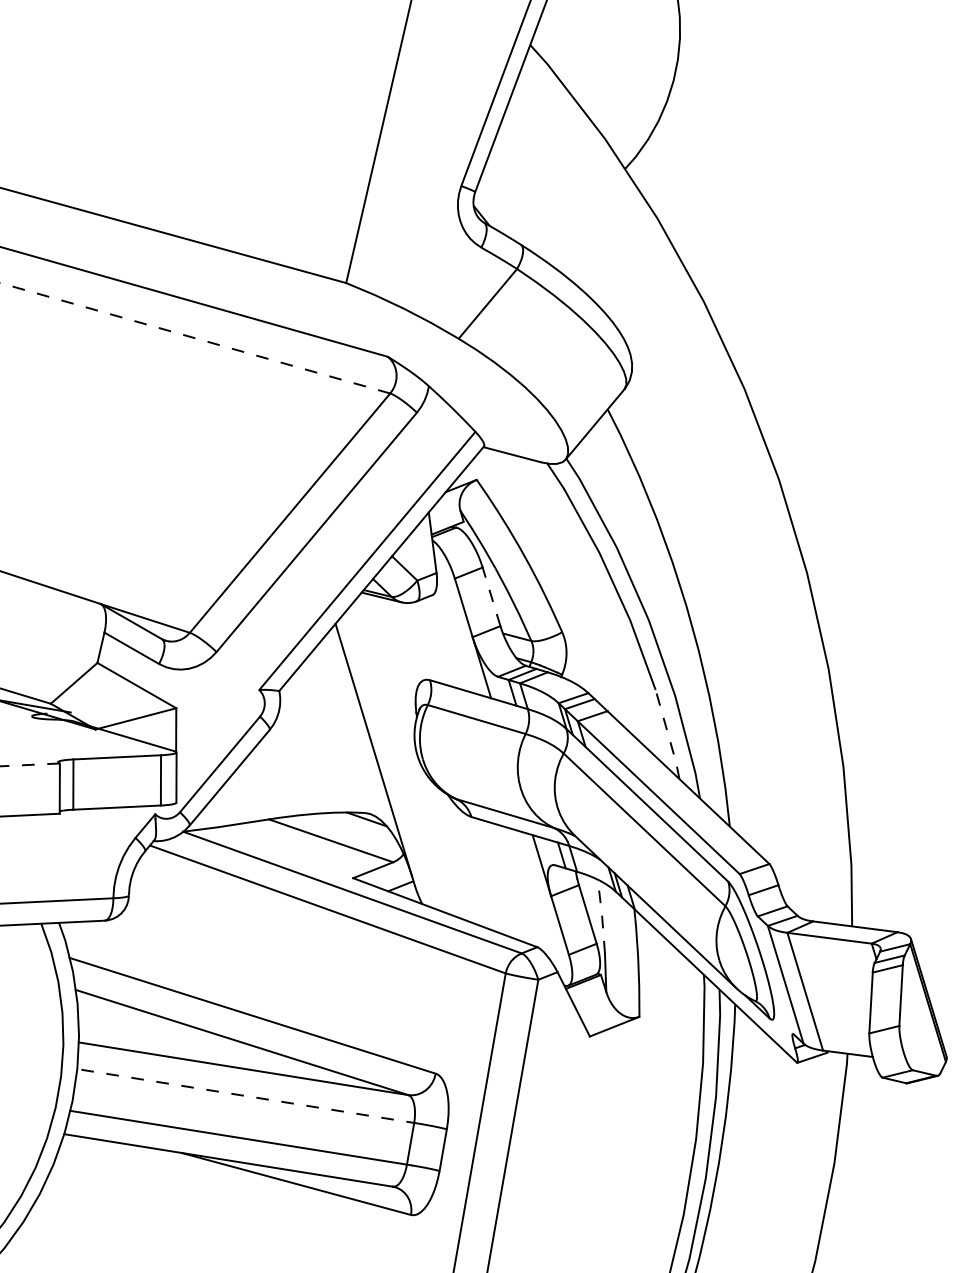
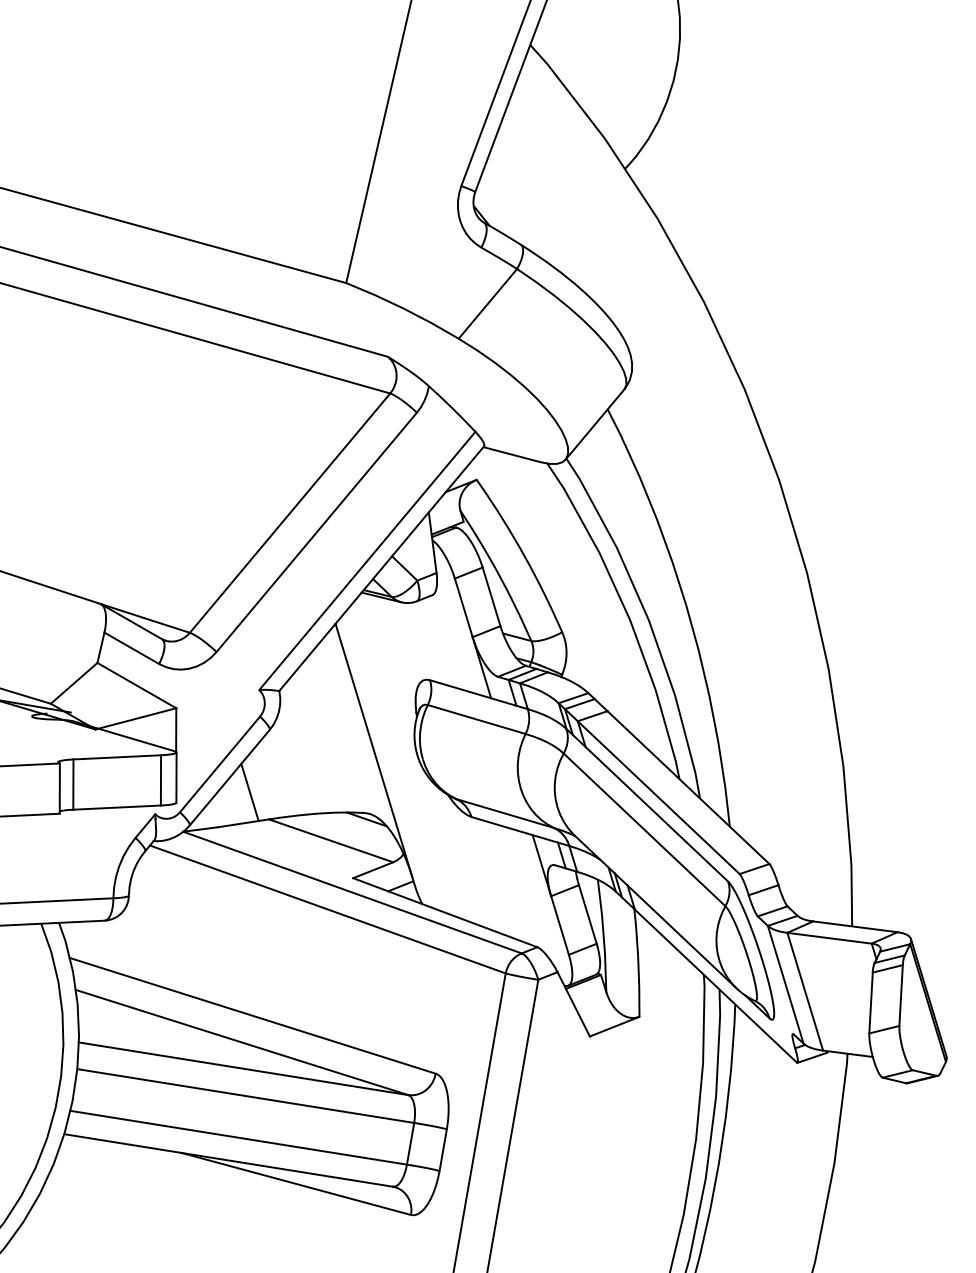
line at (195, 338): dashed -> solid
line at (491, 596): dashed -> solid
line at (668, 735): dashed -> solid
line at (29, 764): dashed -> solid
line at (249, 791): none -> present
line at (602, 916): dashed -> solid
line at (248, 1096): dashed -> solid
